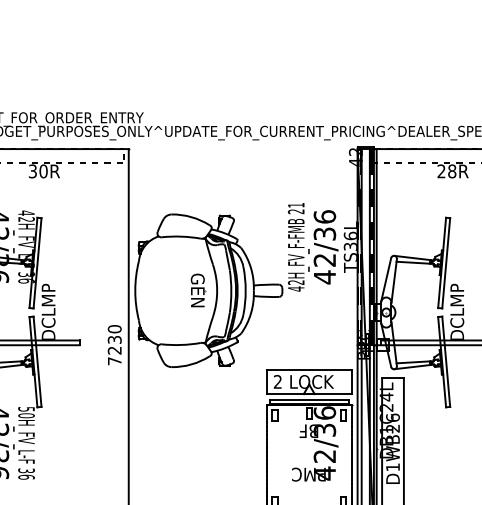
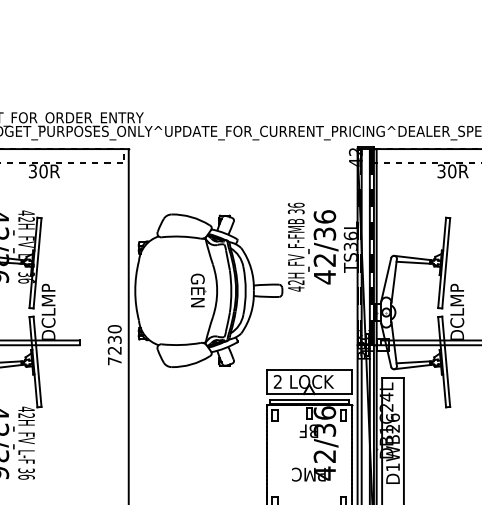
text at (446, 171): 28R -> 30R
text at (295, 208): 21 -> 36
text at (26, 412): 50H_FV_L-F -> 42H_FV_L-F
